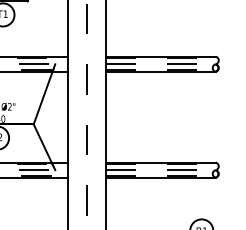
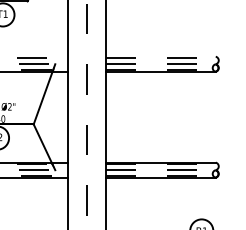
line at (35, 56): present -> none
line at (160, 56): present -> none
